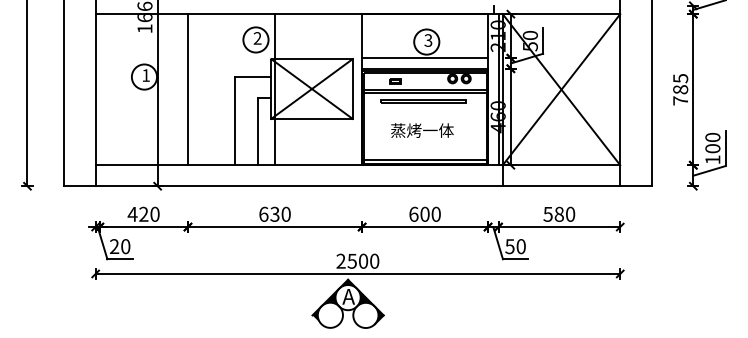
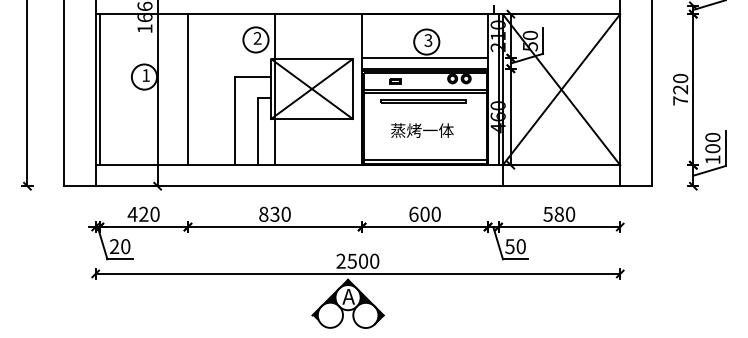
text at (680, 84): 785 -> 720
line at (99, 89): none -> present
text at (263, 213): 630 -> 830
